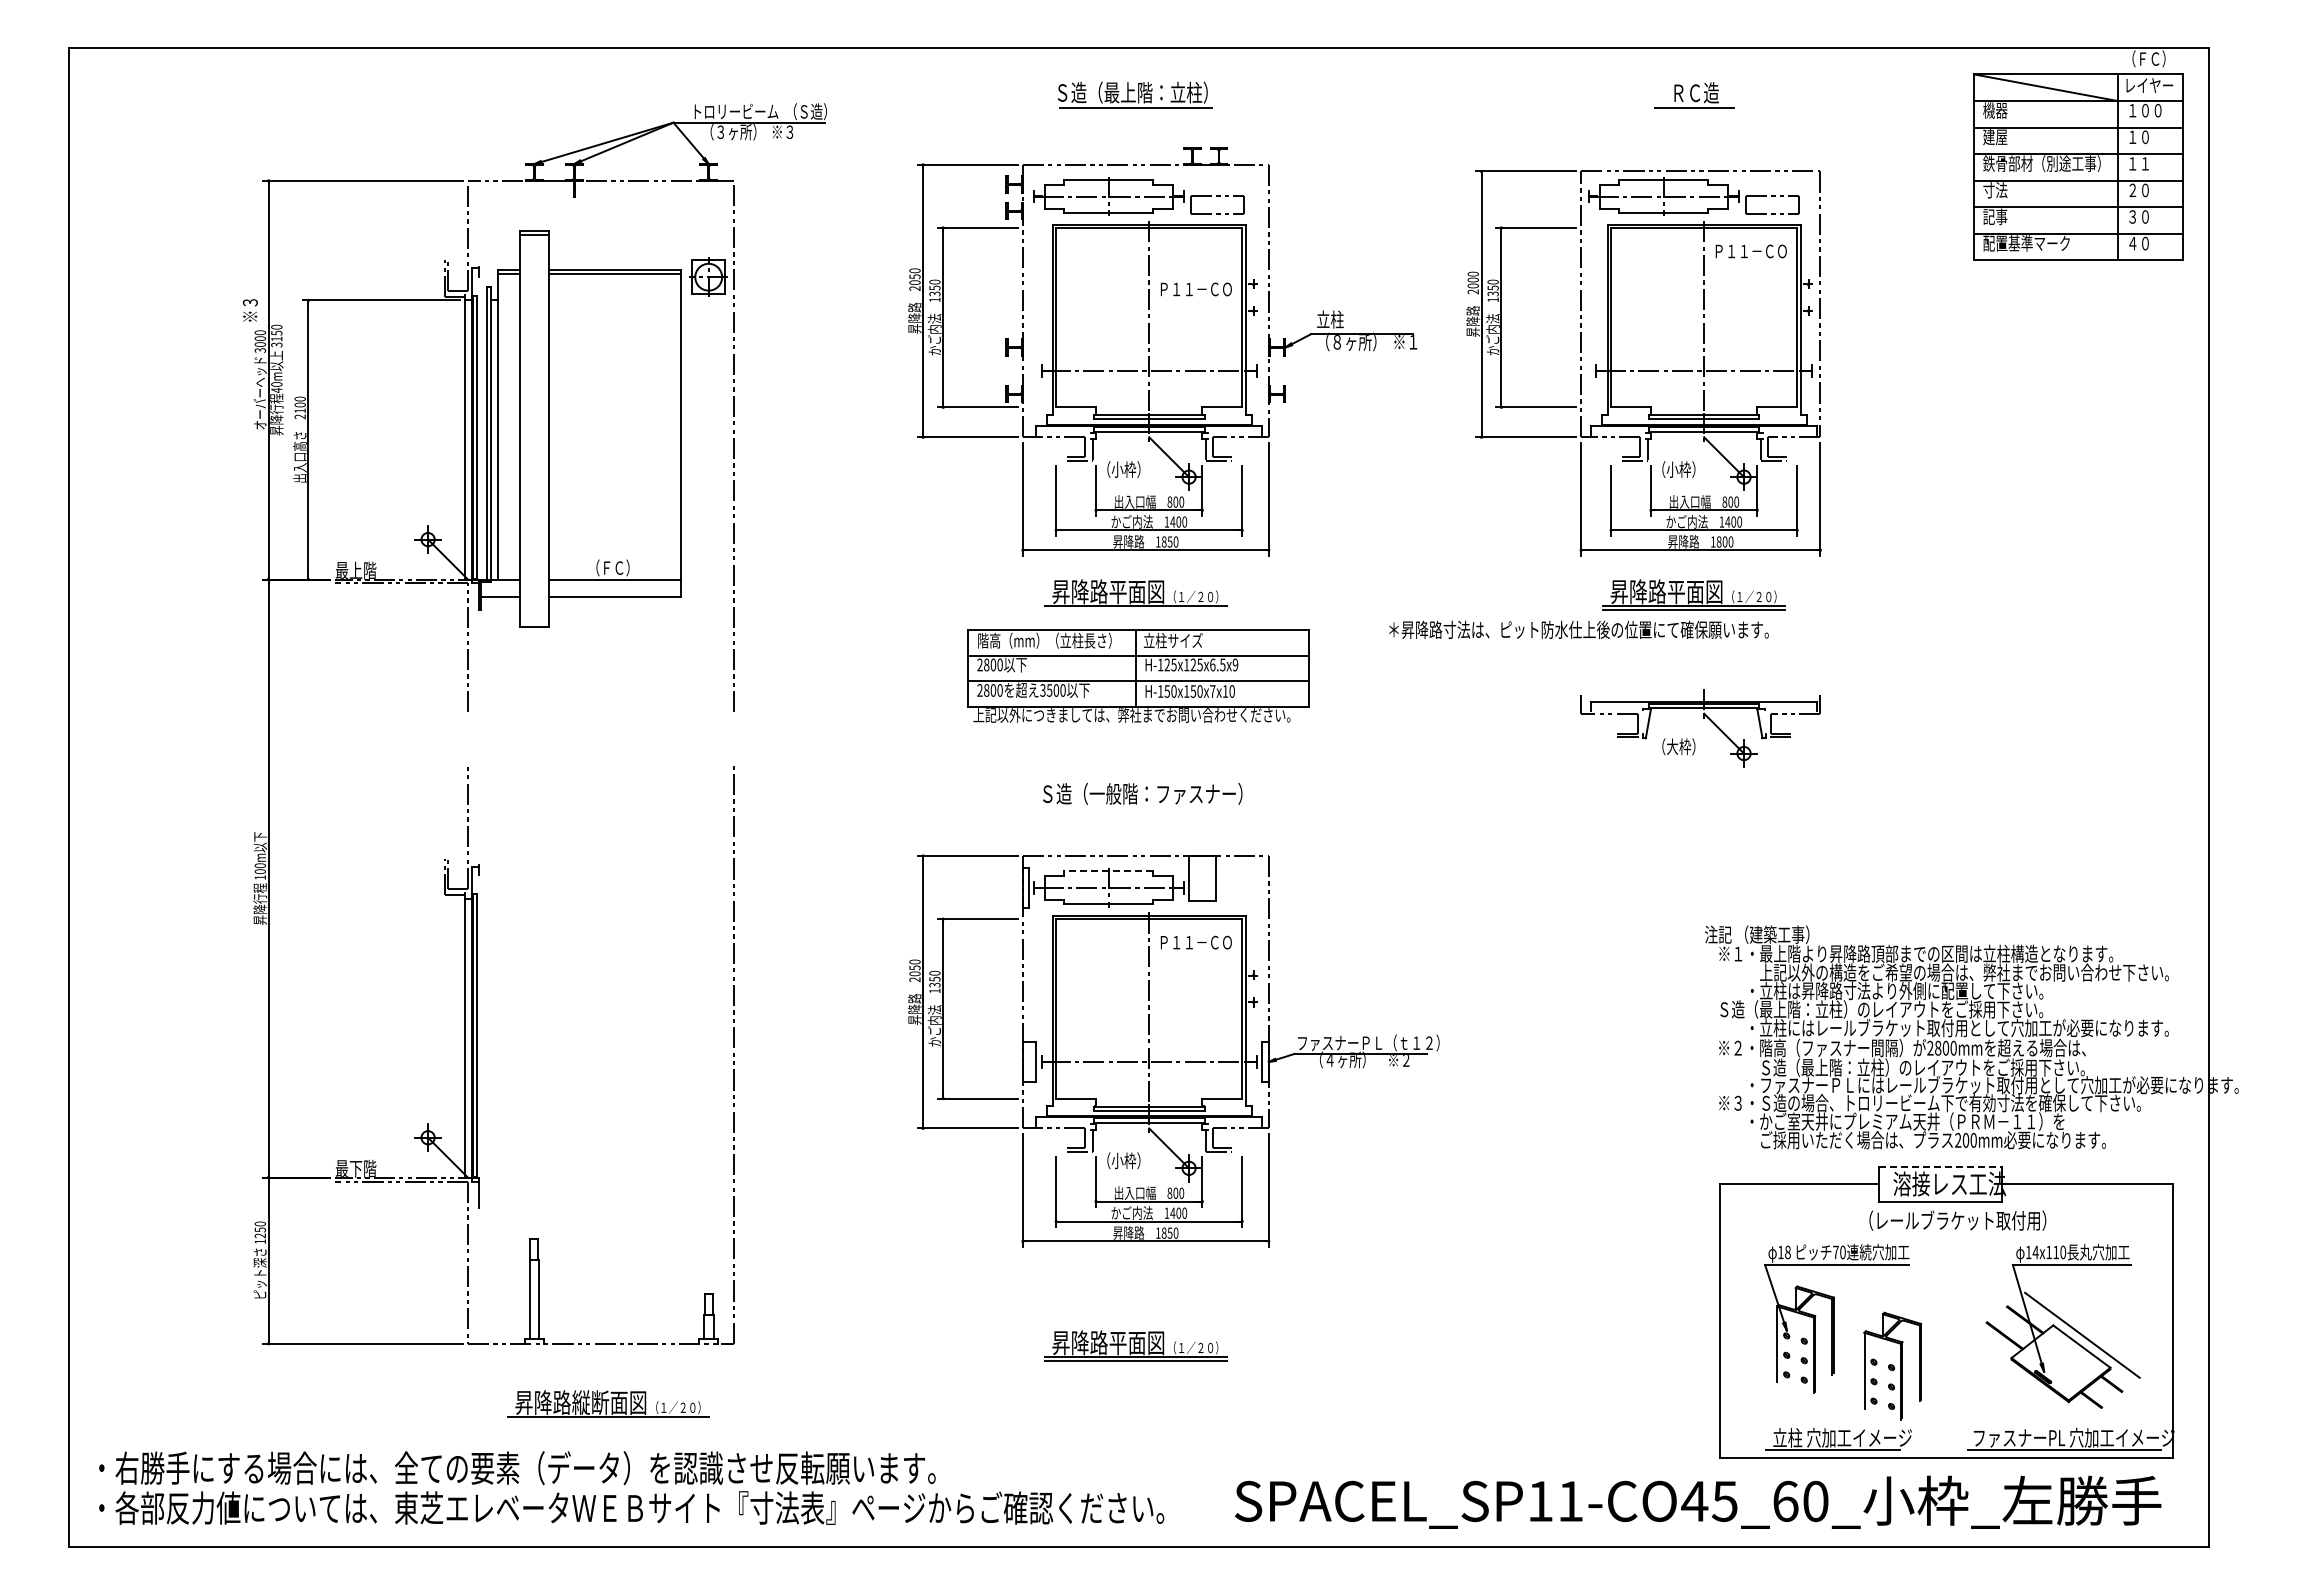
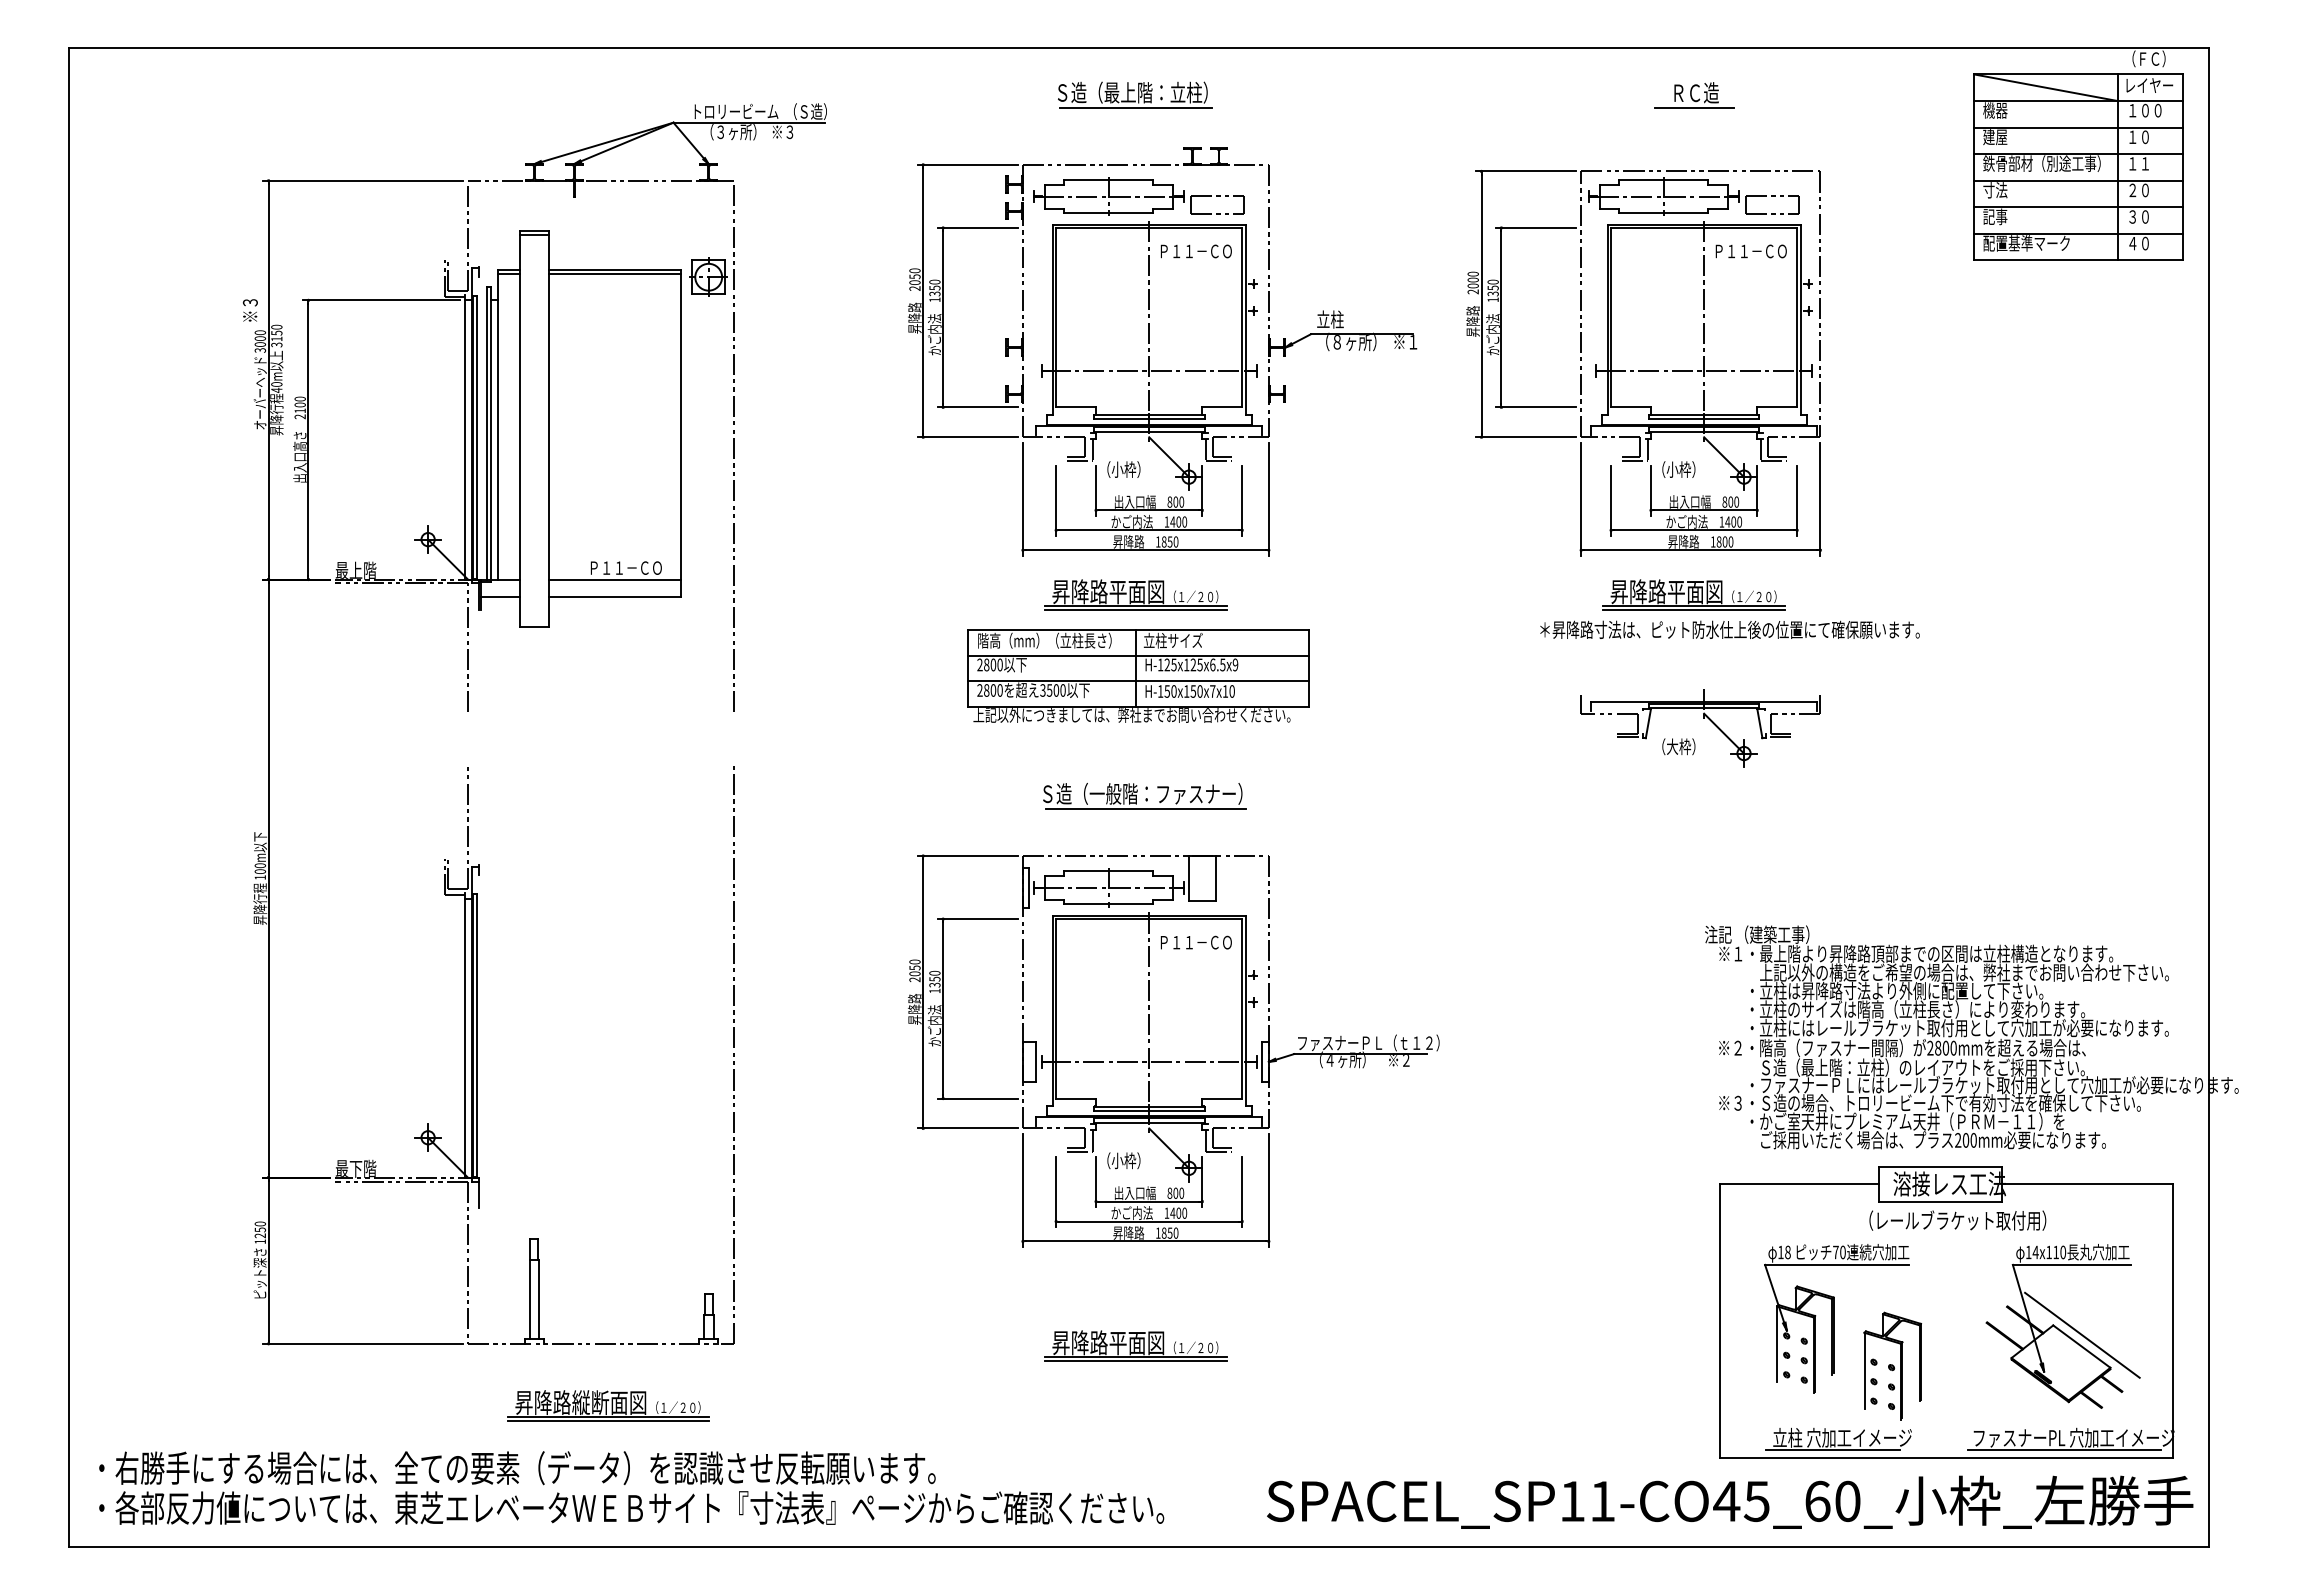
text at (1195, 289) position: (1195, 289) -> (1195, 251)
text at (625, 567): （ＦＣ） -> Ｐ１１－ＣＯ
line at (1135, 610): none -> present
text at (1578, 629) position: (1578, 629) -> (1729, 629)
line at (1145, 809): none -> present
line at (1108, 871): dashed -> solid
text at (1902, 1009): Ｓ造（最上階：立柱）のレイアウトをご採用下さい。 -> ・立柱のサイズは階高（立柱長さ）により変わります。
line at (1940, 1166): dashed -> solid
line at (608, 1420): none -> present
text at (1698, 1501) position: (1698, 1501) -> (1730, 1501)
